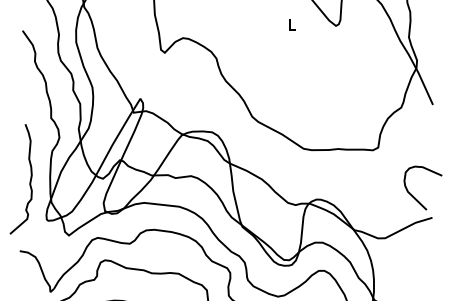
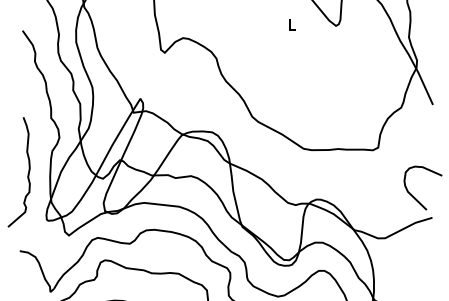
curve at (29, 180) position: (29, 180) -> (27, 173)
